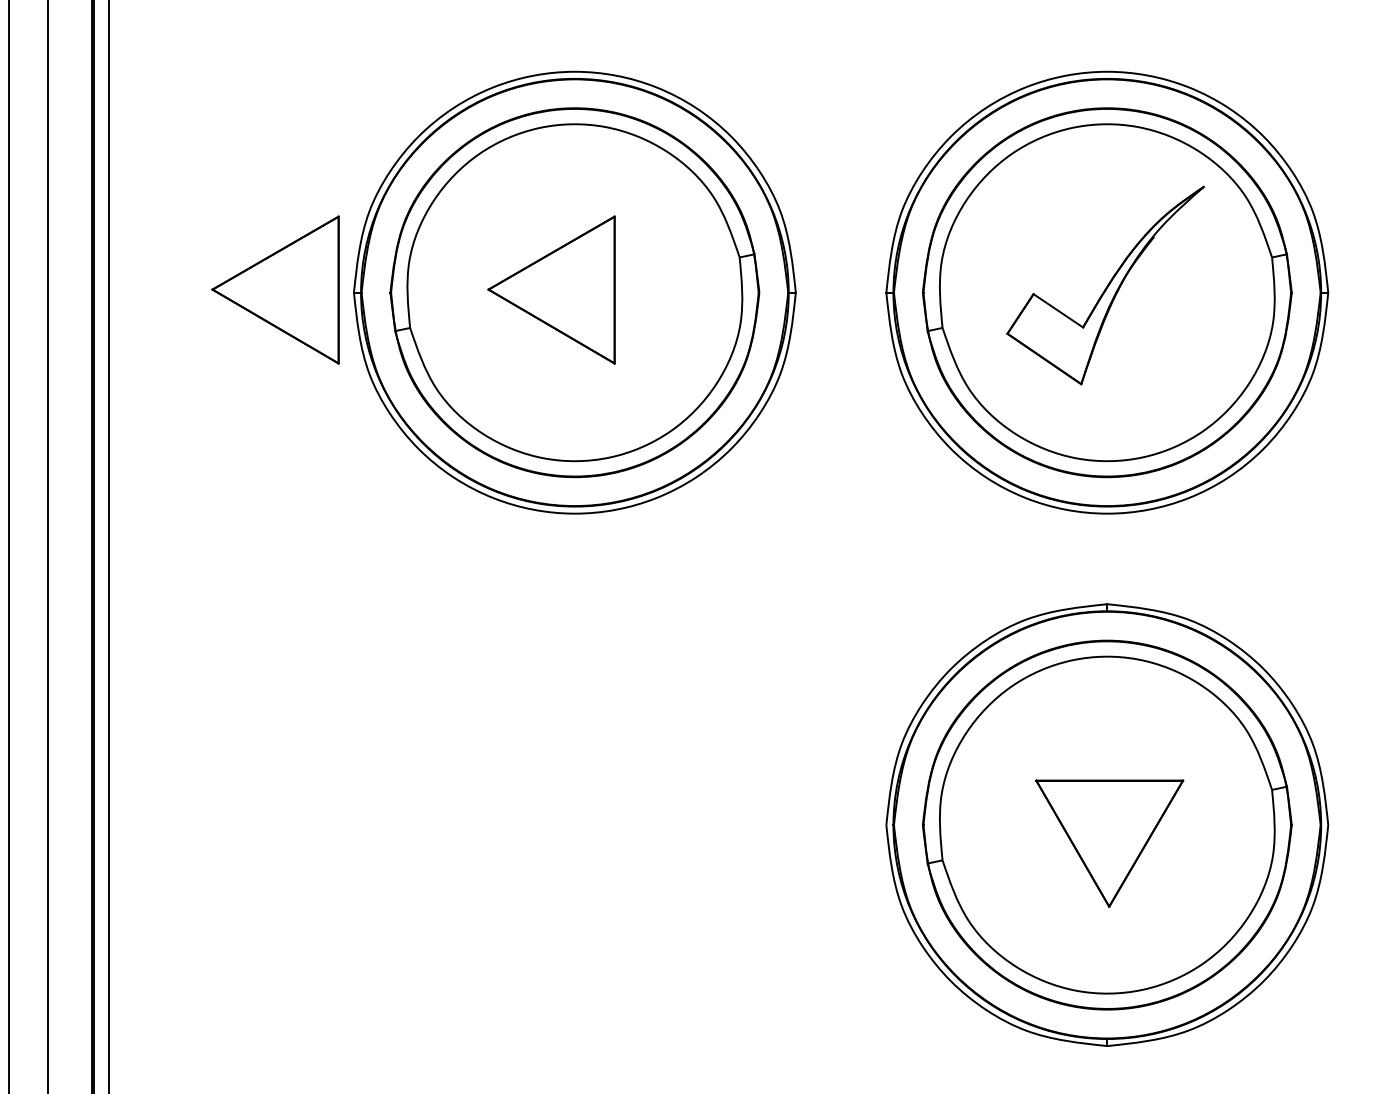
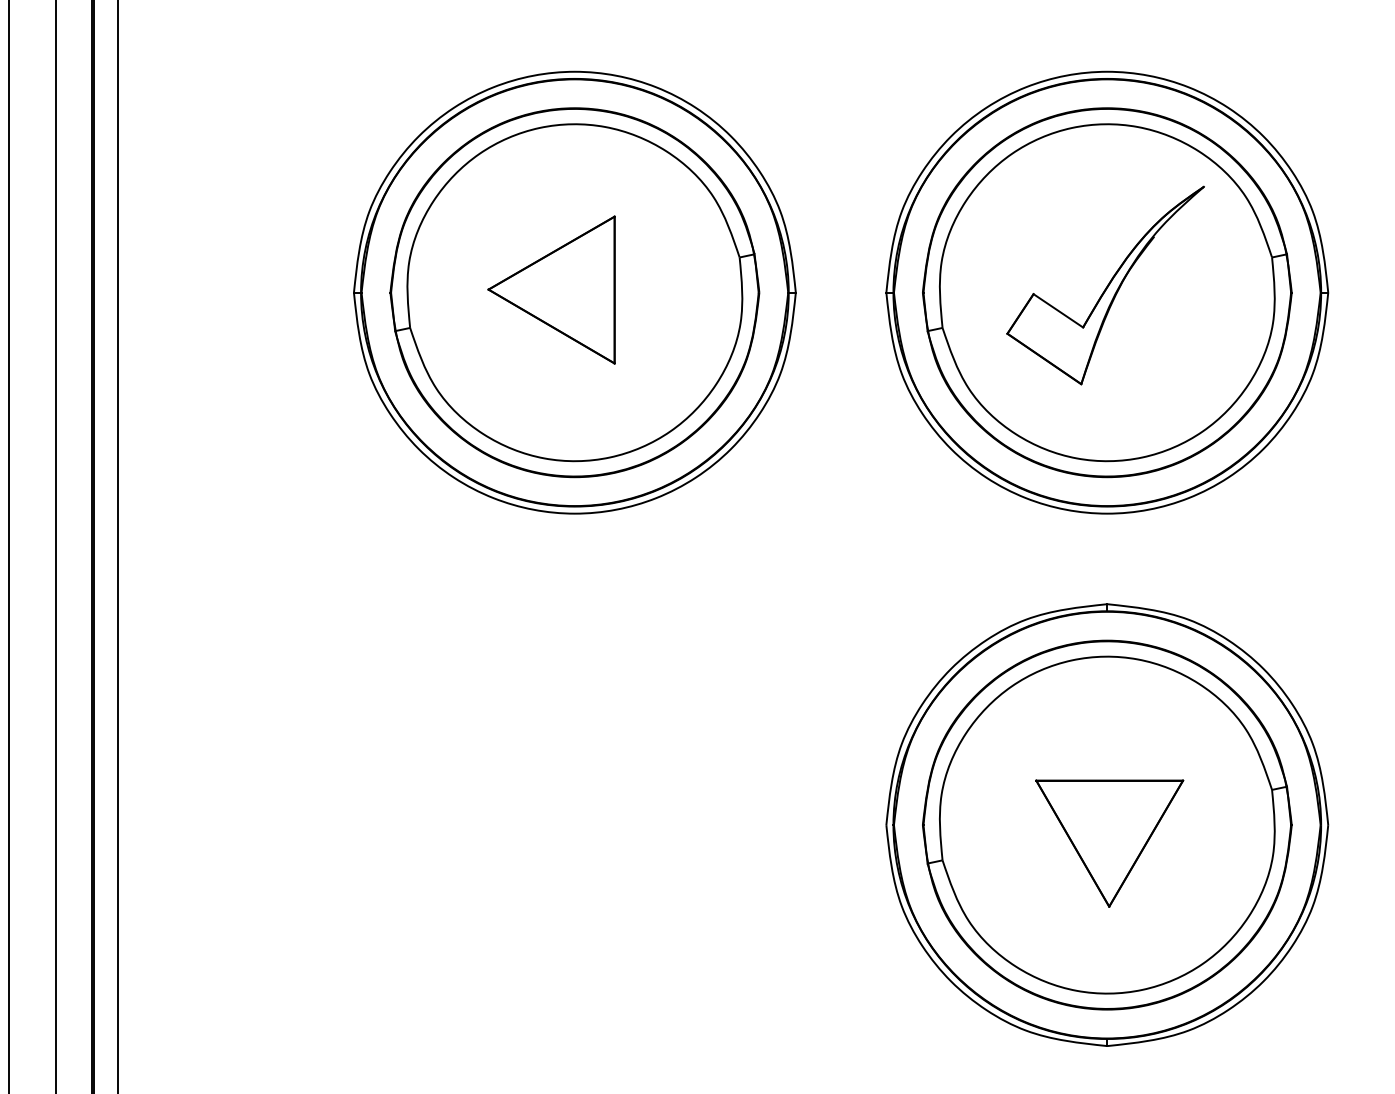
part at (275, 289): present -> none
line at (48, 546) position: (48, 546) -> (56, 546)
line at (109, 546) position: (109, 546) -> (118, 546)
